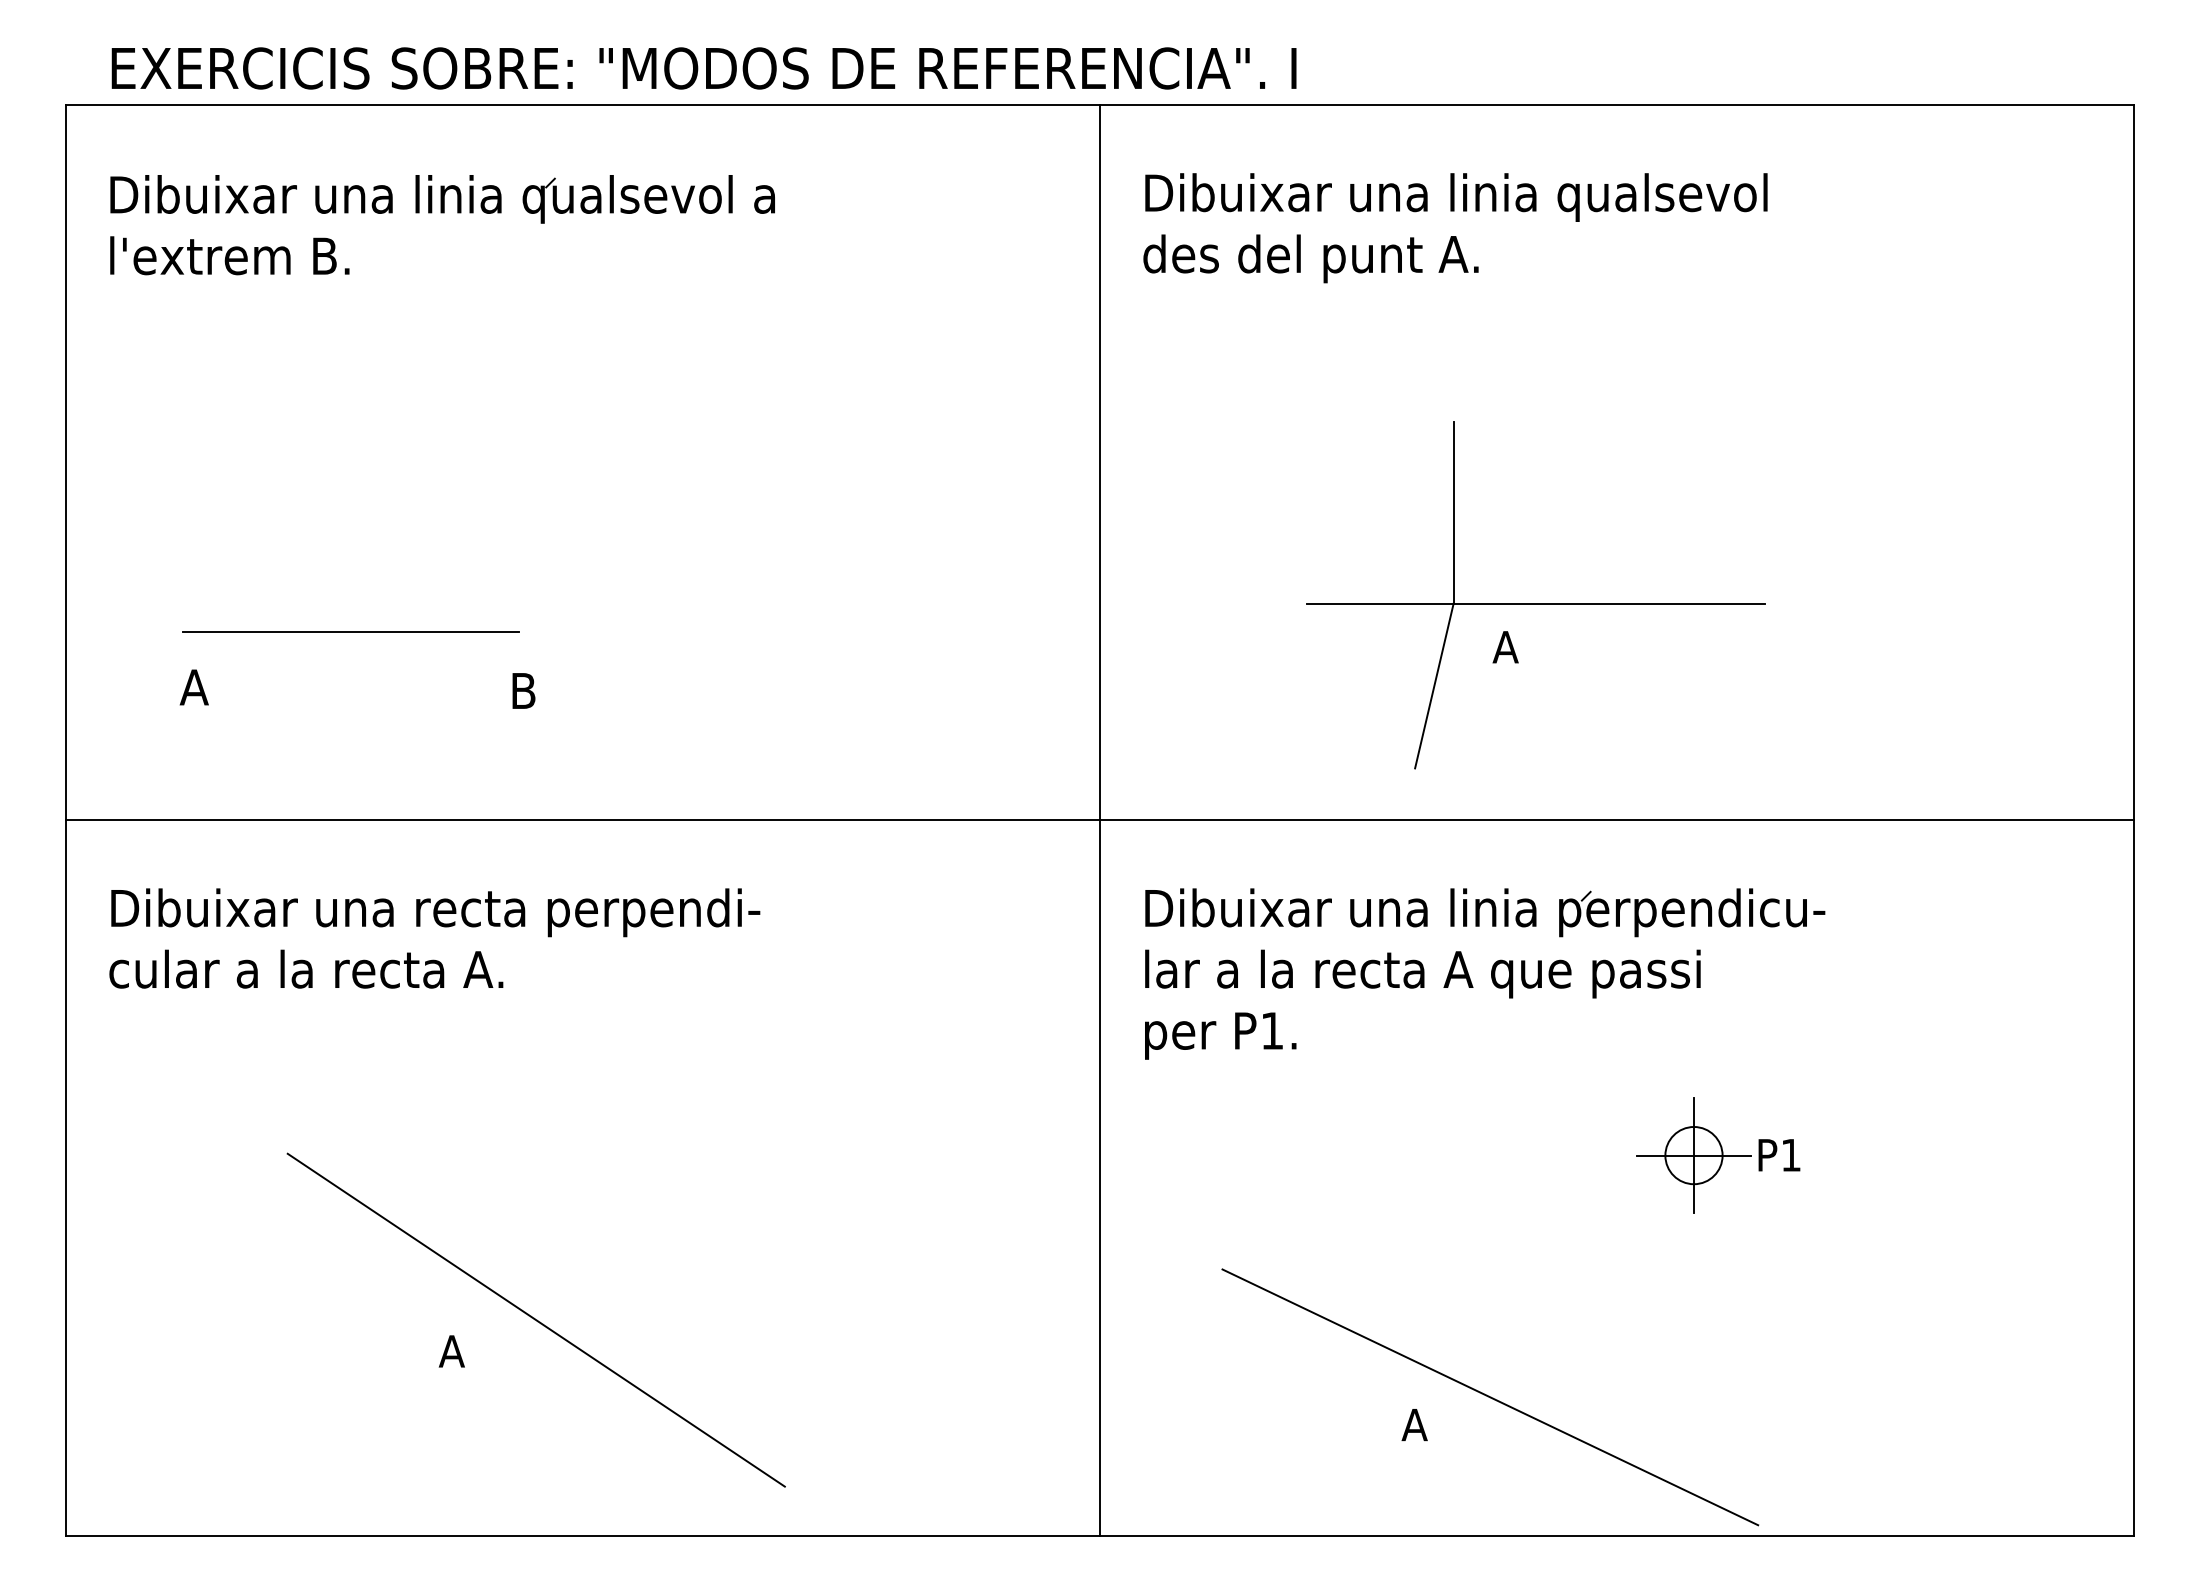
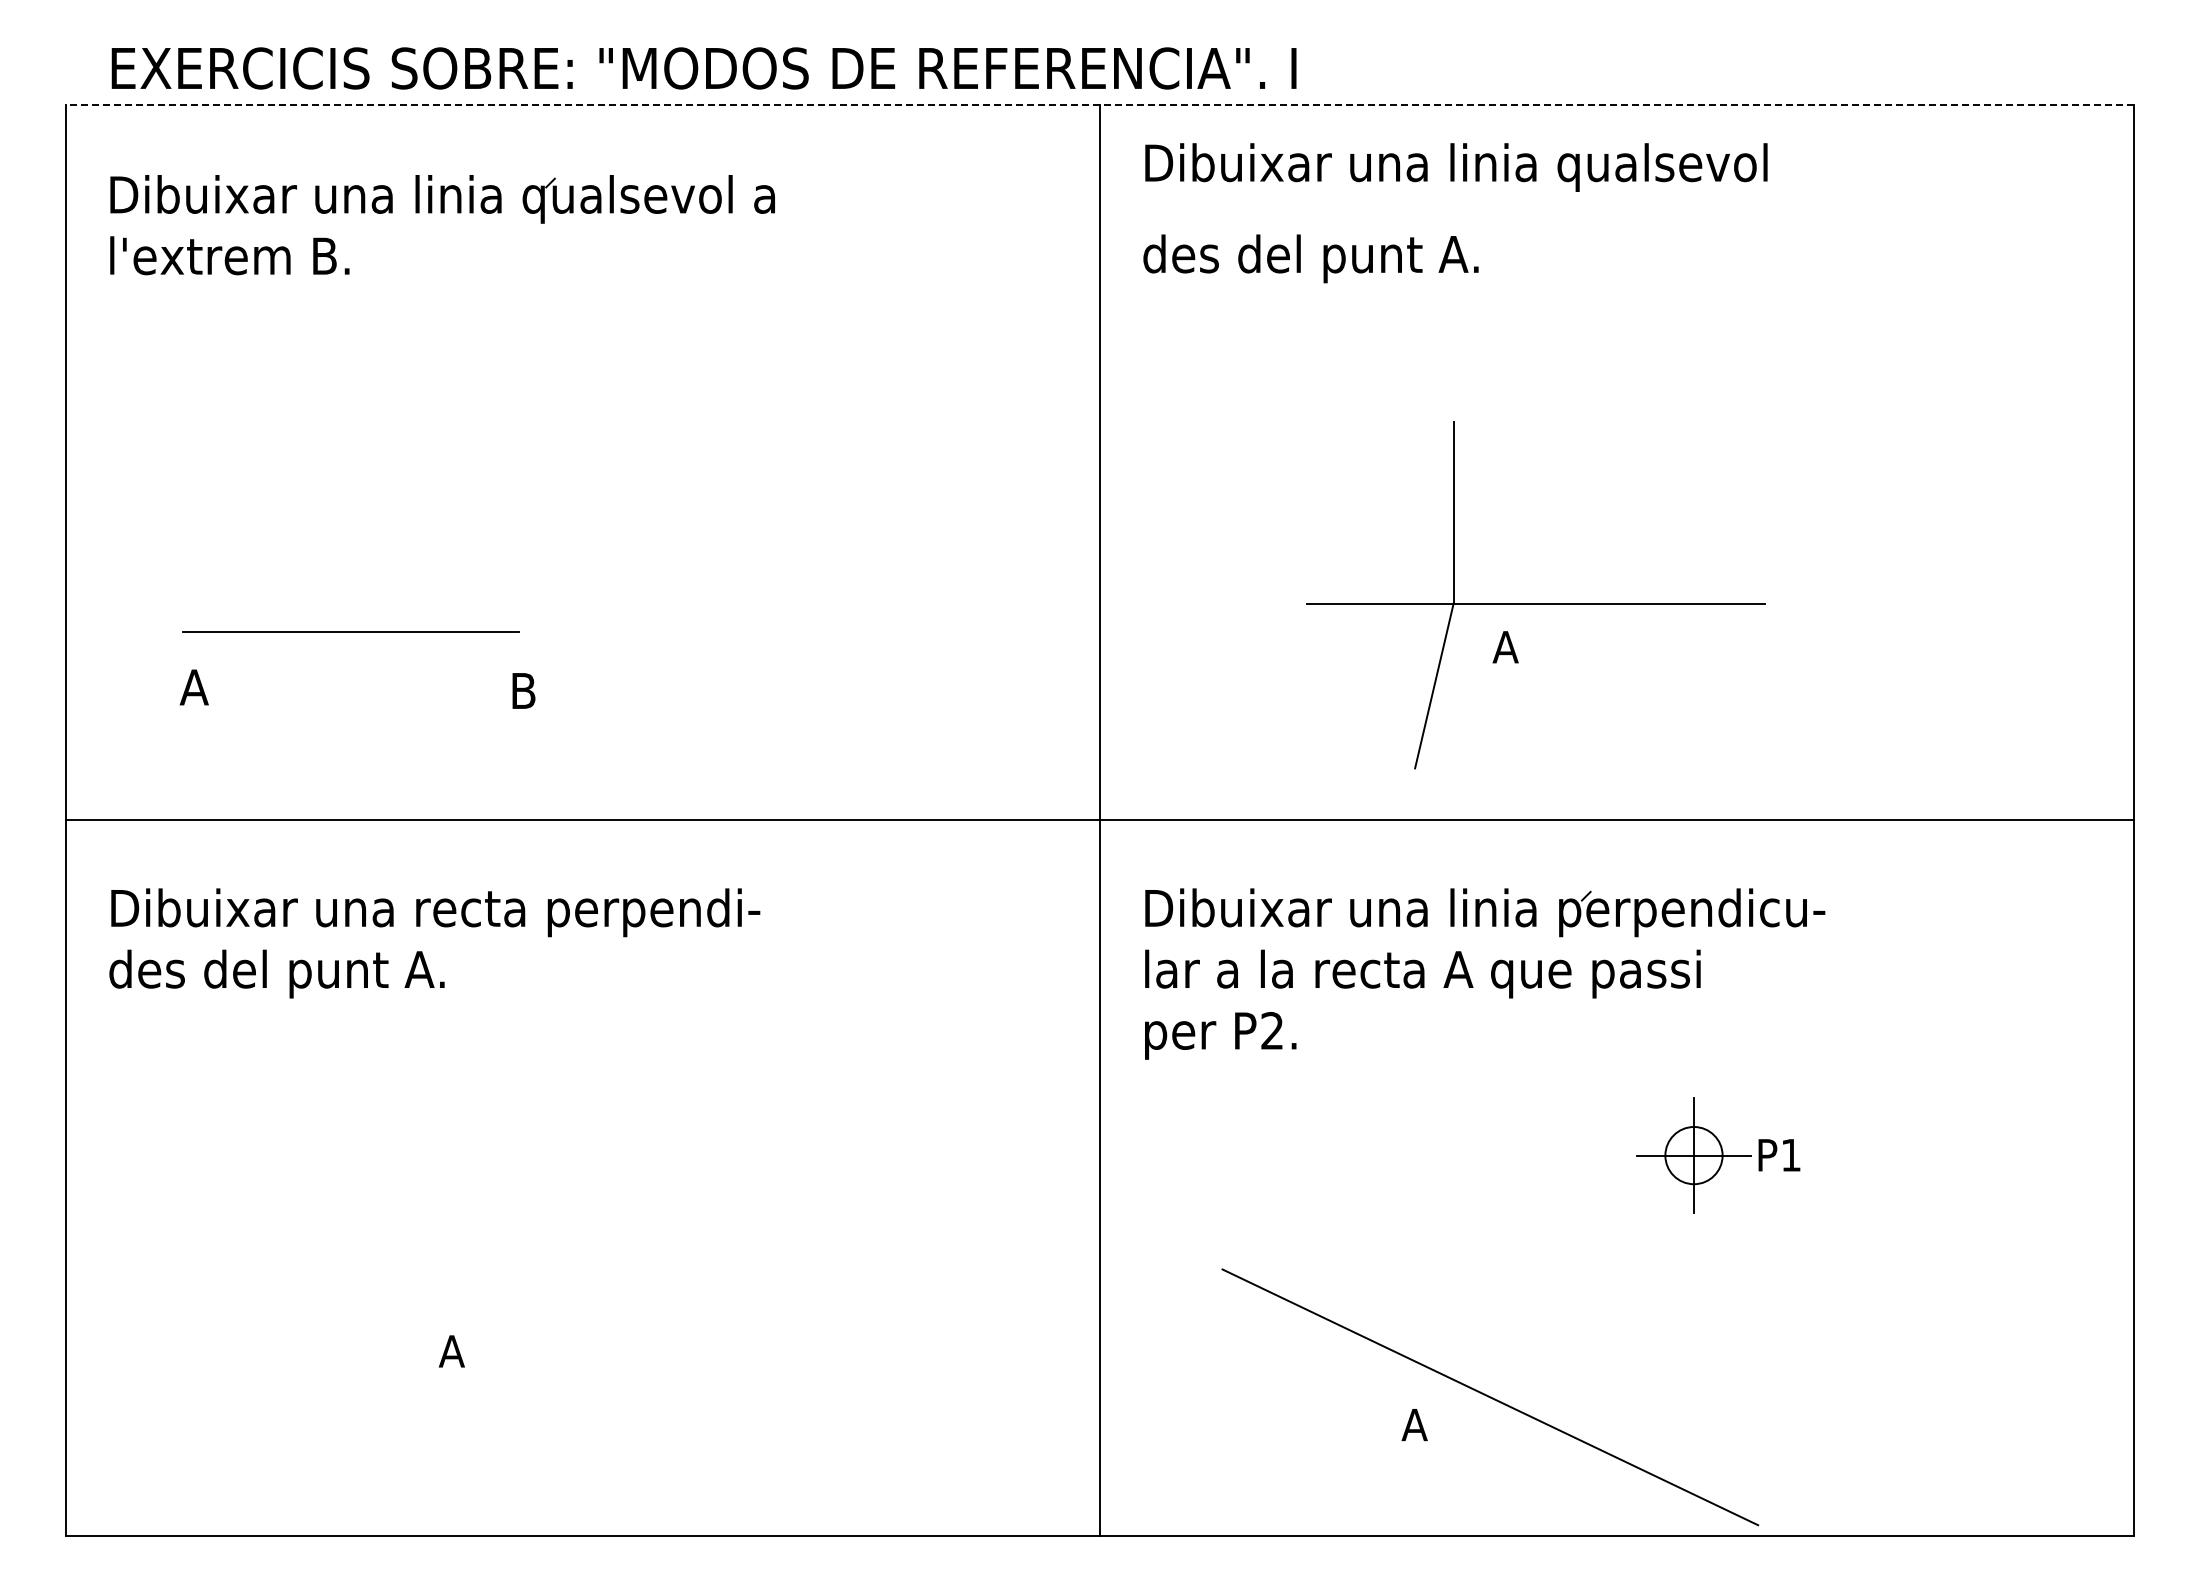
line at (1100, 105): solid -> dashed
text at (1456, 197) position: (1456, 197) -> (1456, 167)
text at (307, 973): cular a la recta A. -> des del punt A.
text at (1271, 1030): P1. -> P2.
line at (535, 1319): present -> none
